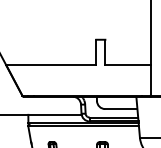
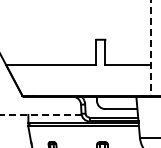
line at (150, 47): solid -> dashed
line at (40, 114): solid -> dashed
